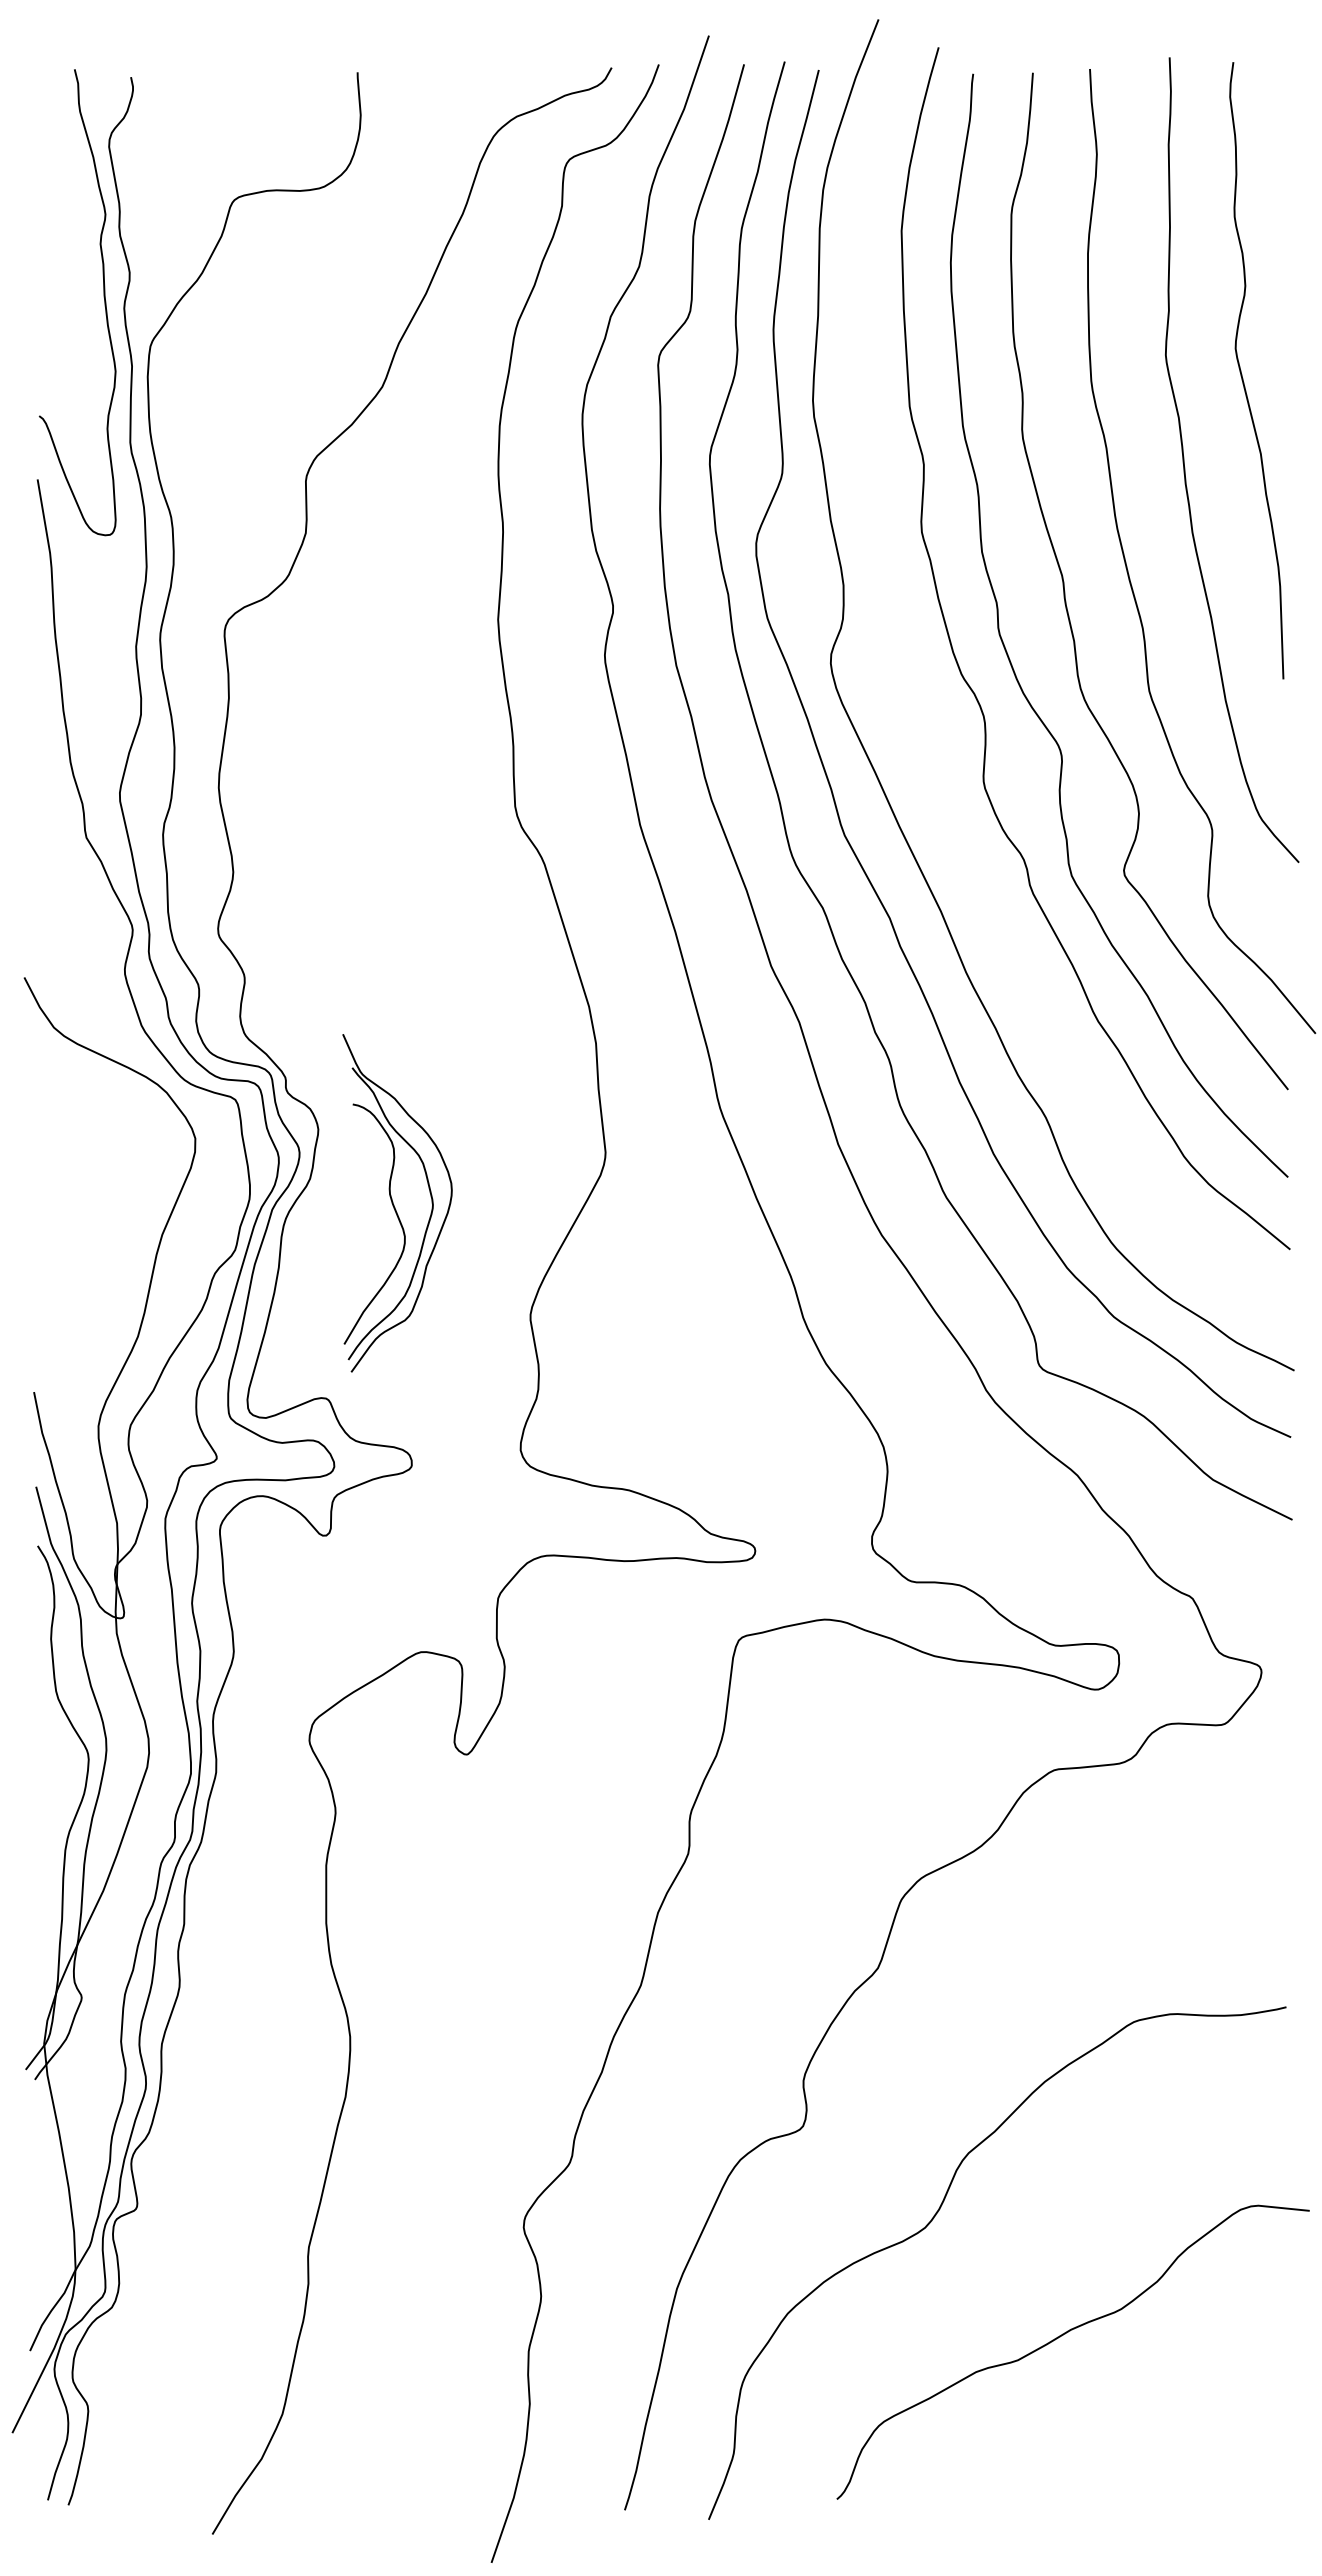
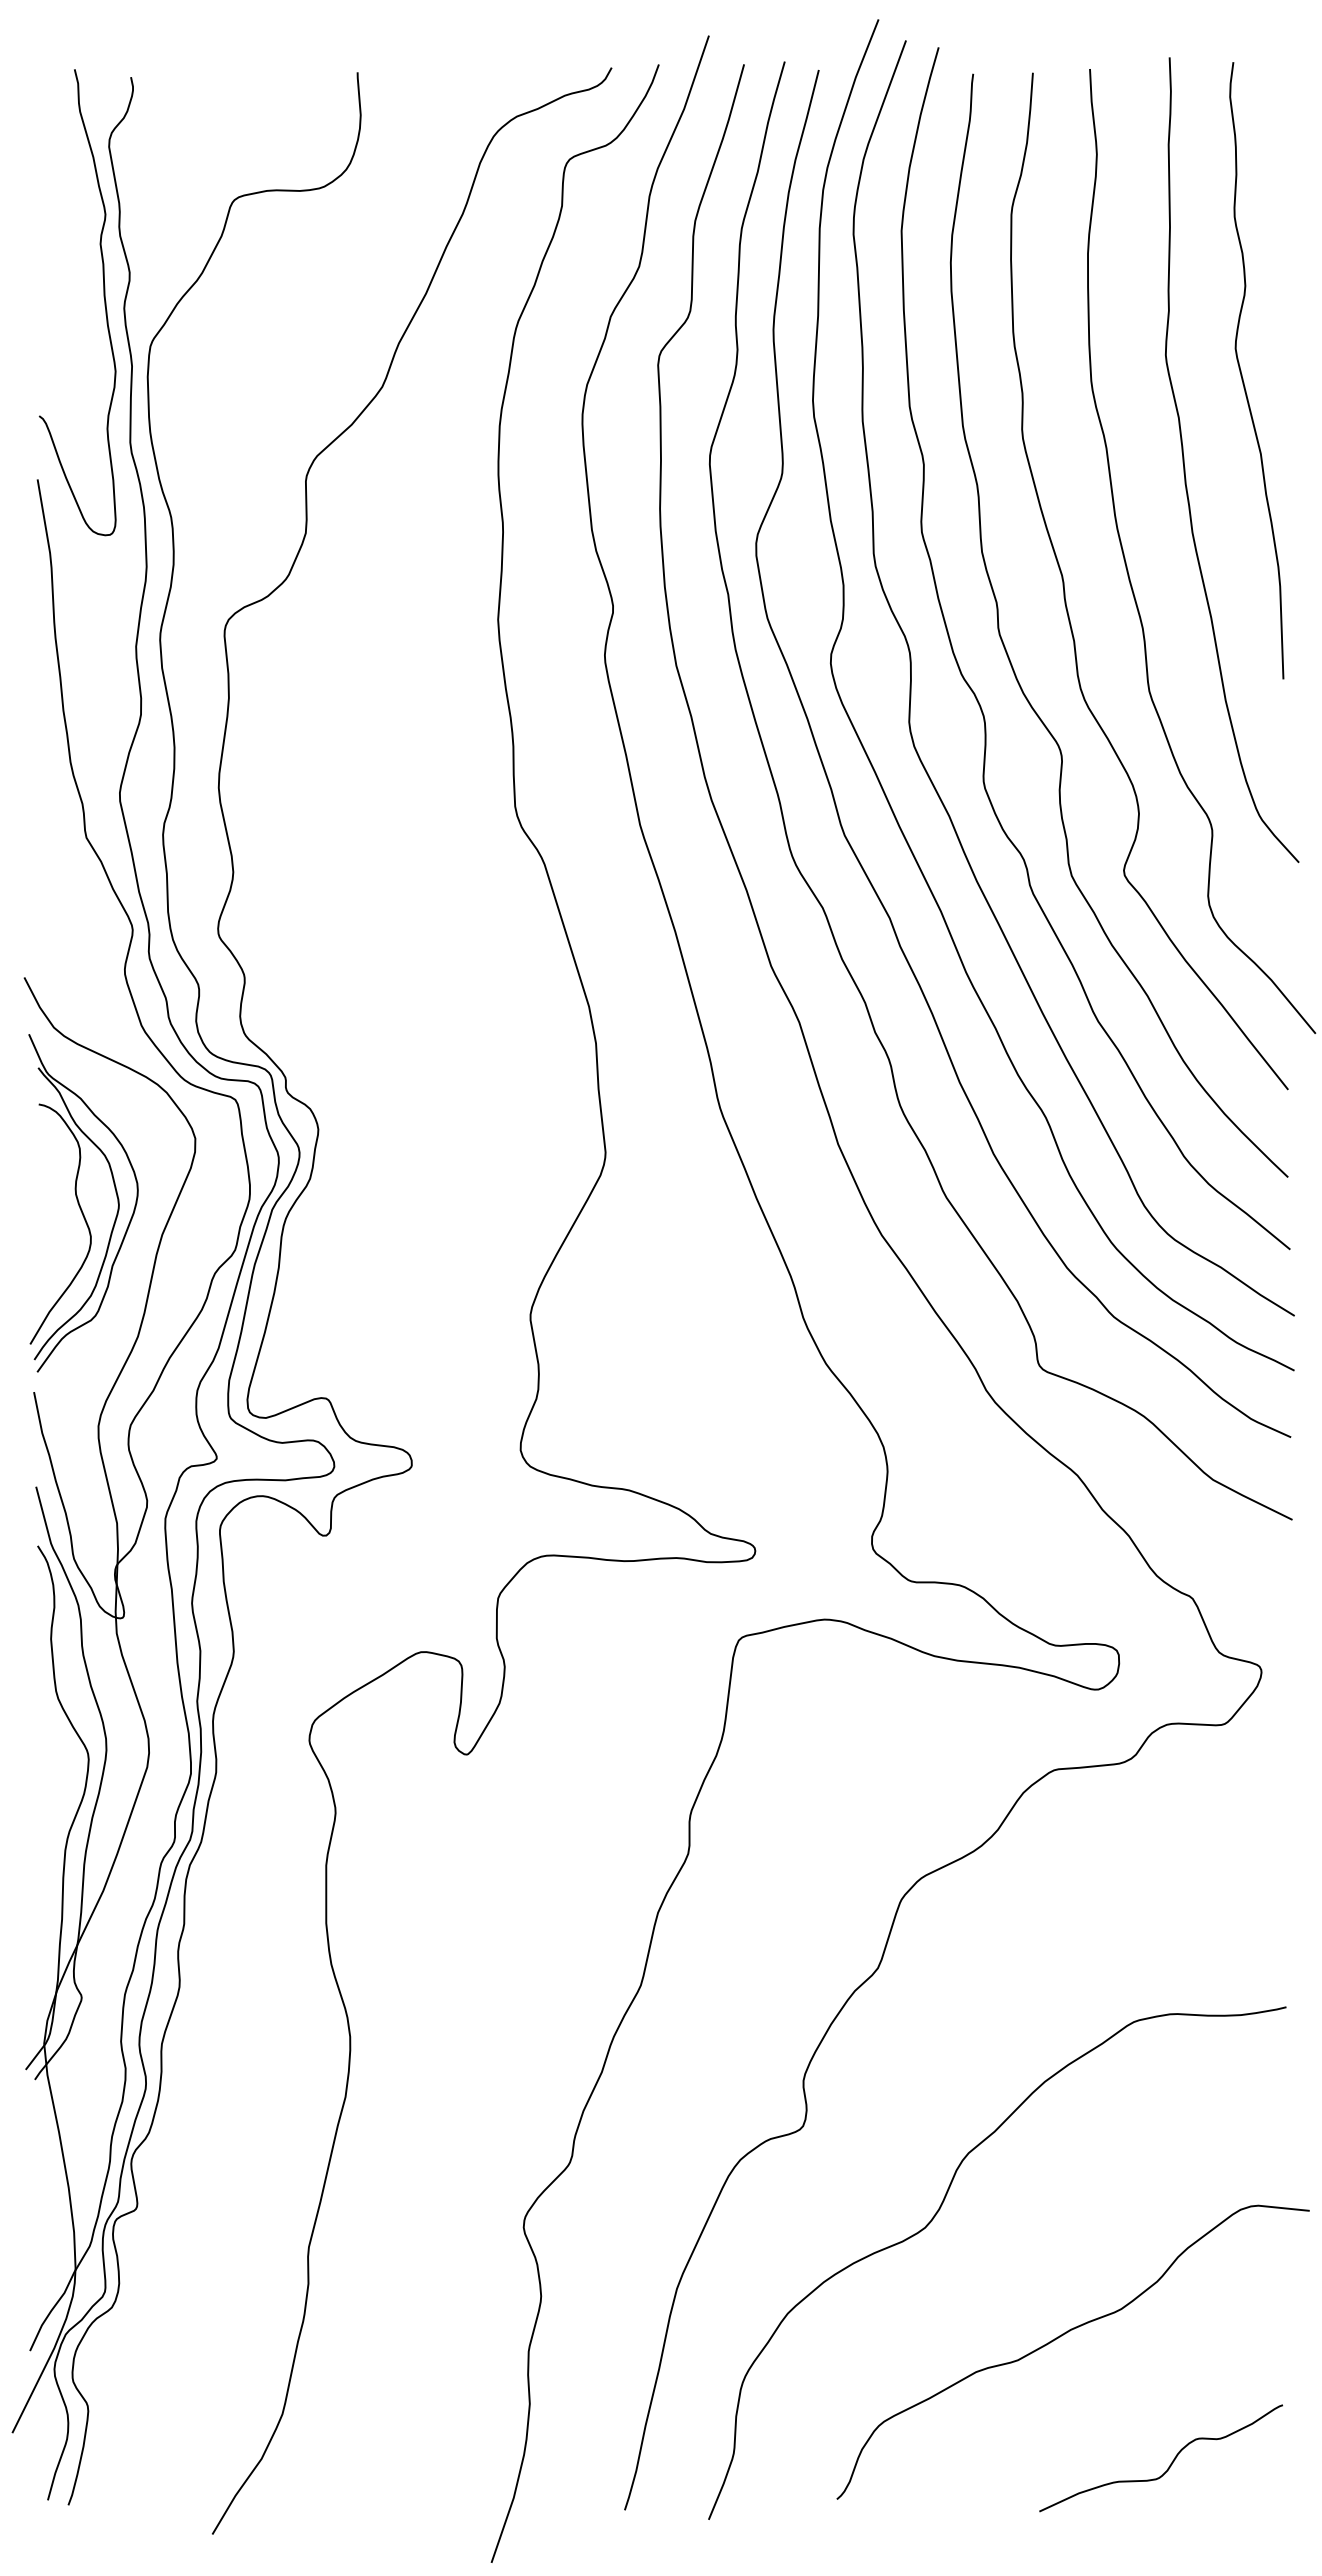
curve at (911, 678): none -> present
part at (397, 1203) position: (397, 1203) -> (83, 1203)
curve at (1170, 2463): none -> present
